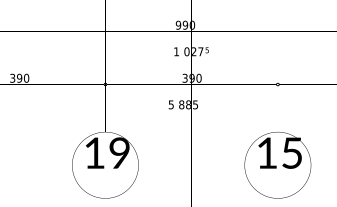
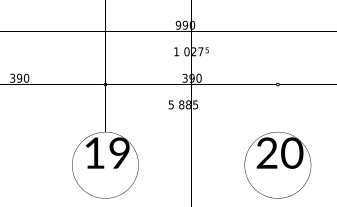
text at (279, 152): 15 -> 20
